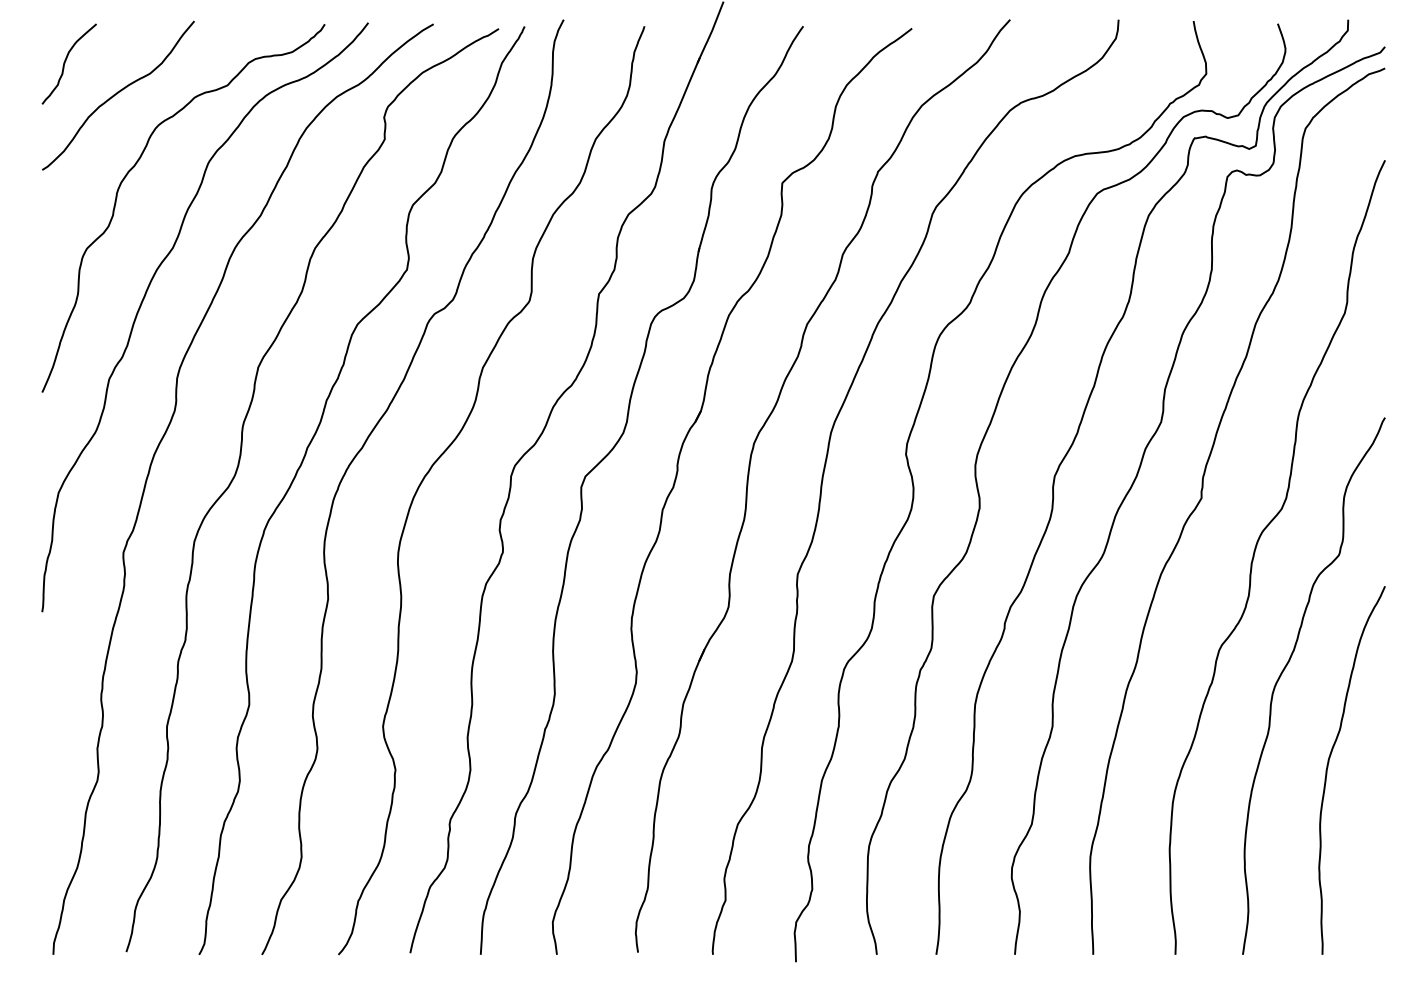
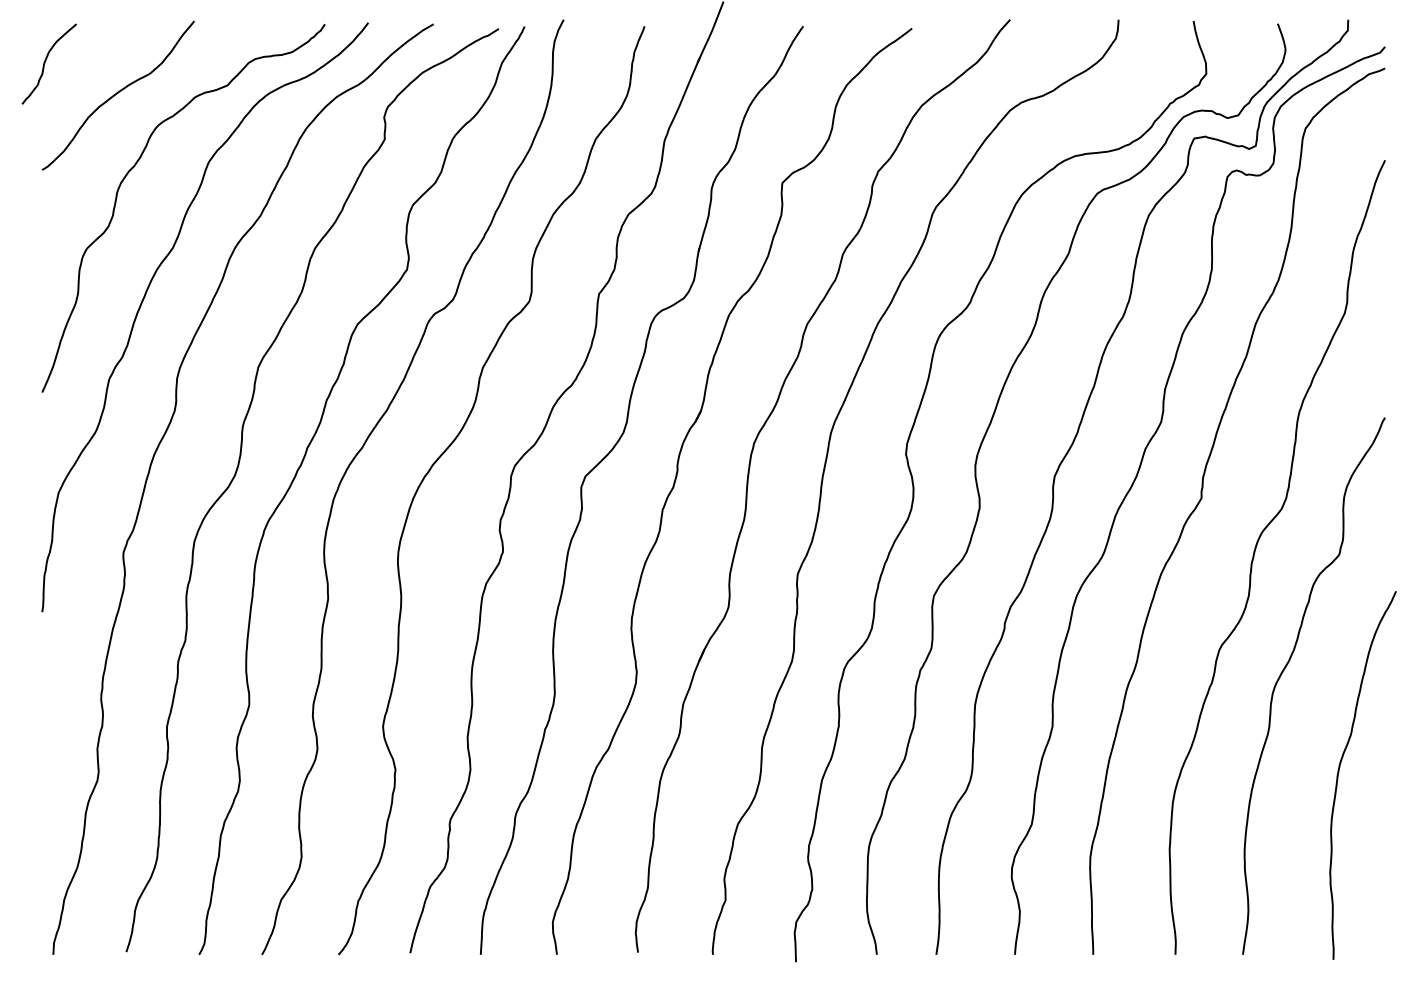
curve at (65, 63) position: (65, 63) -> (45, 63)
curve at (1328, 767) position: (1328, 767) -> (1339, 772)
